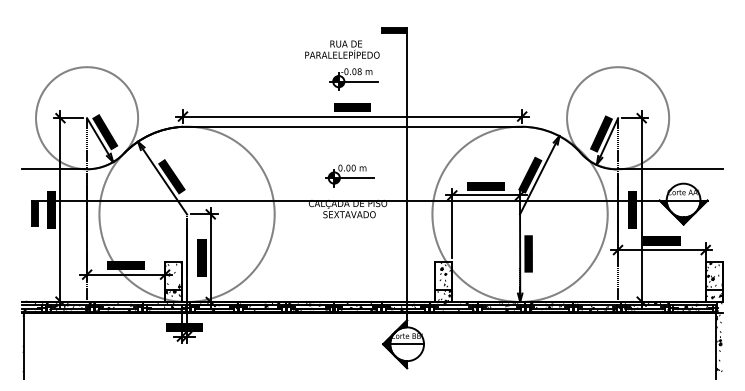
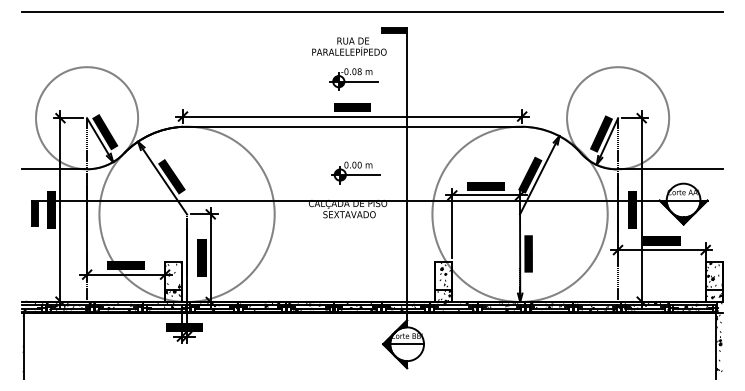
line at (372, 11): none -> present
text at (342, 49) position: (342, 49) -> (349, 46)
part at (349, 175) position: (349, 175) -> (355, 172)
